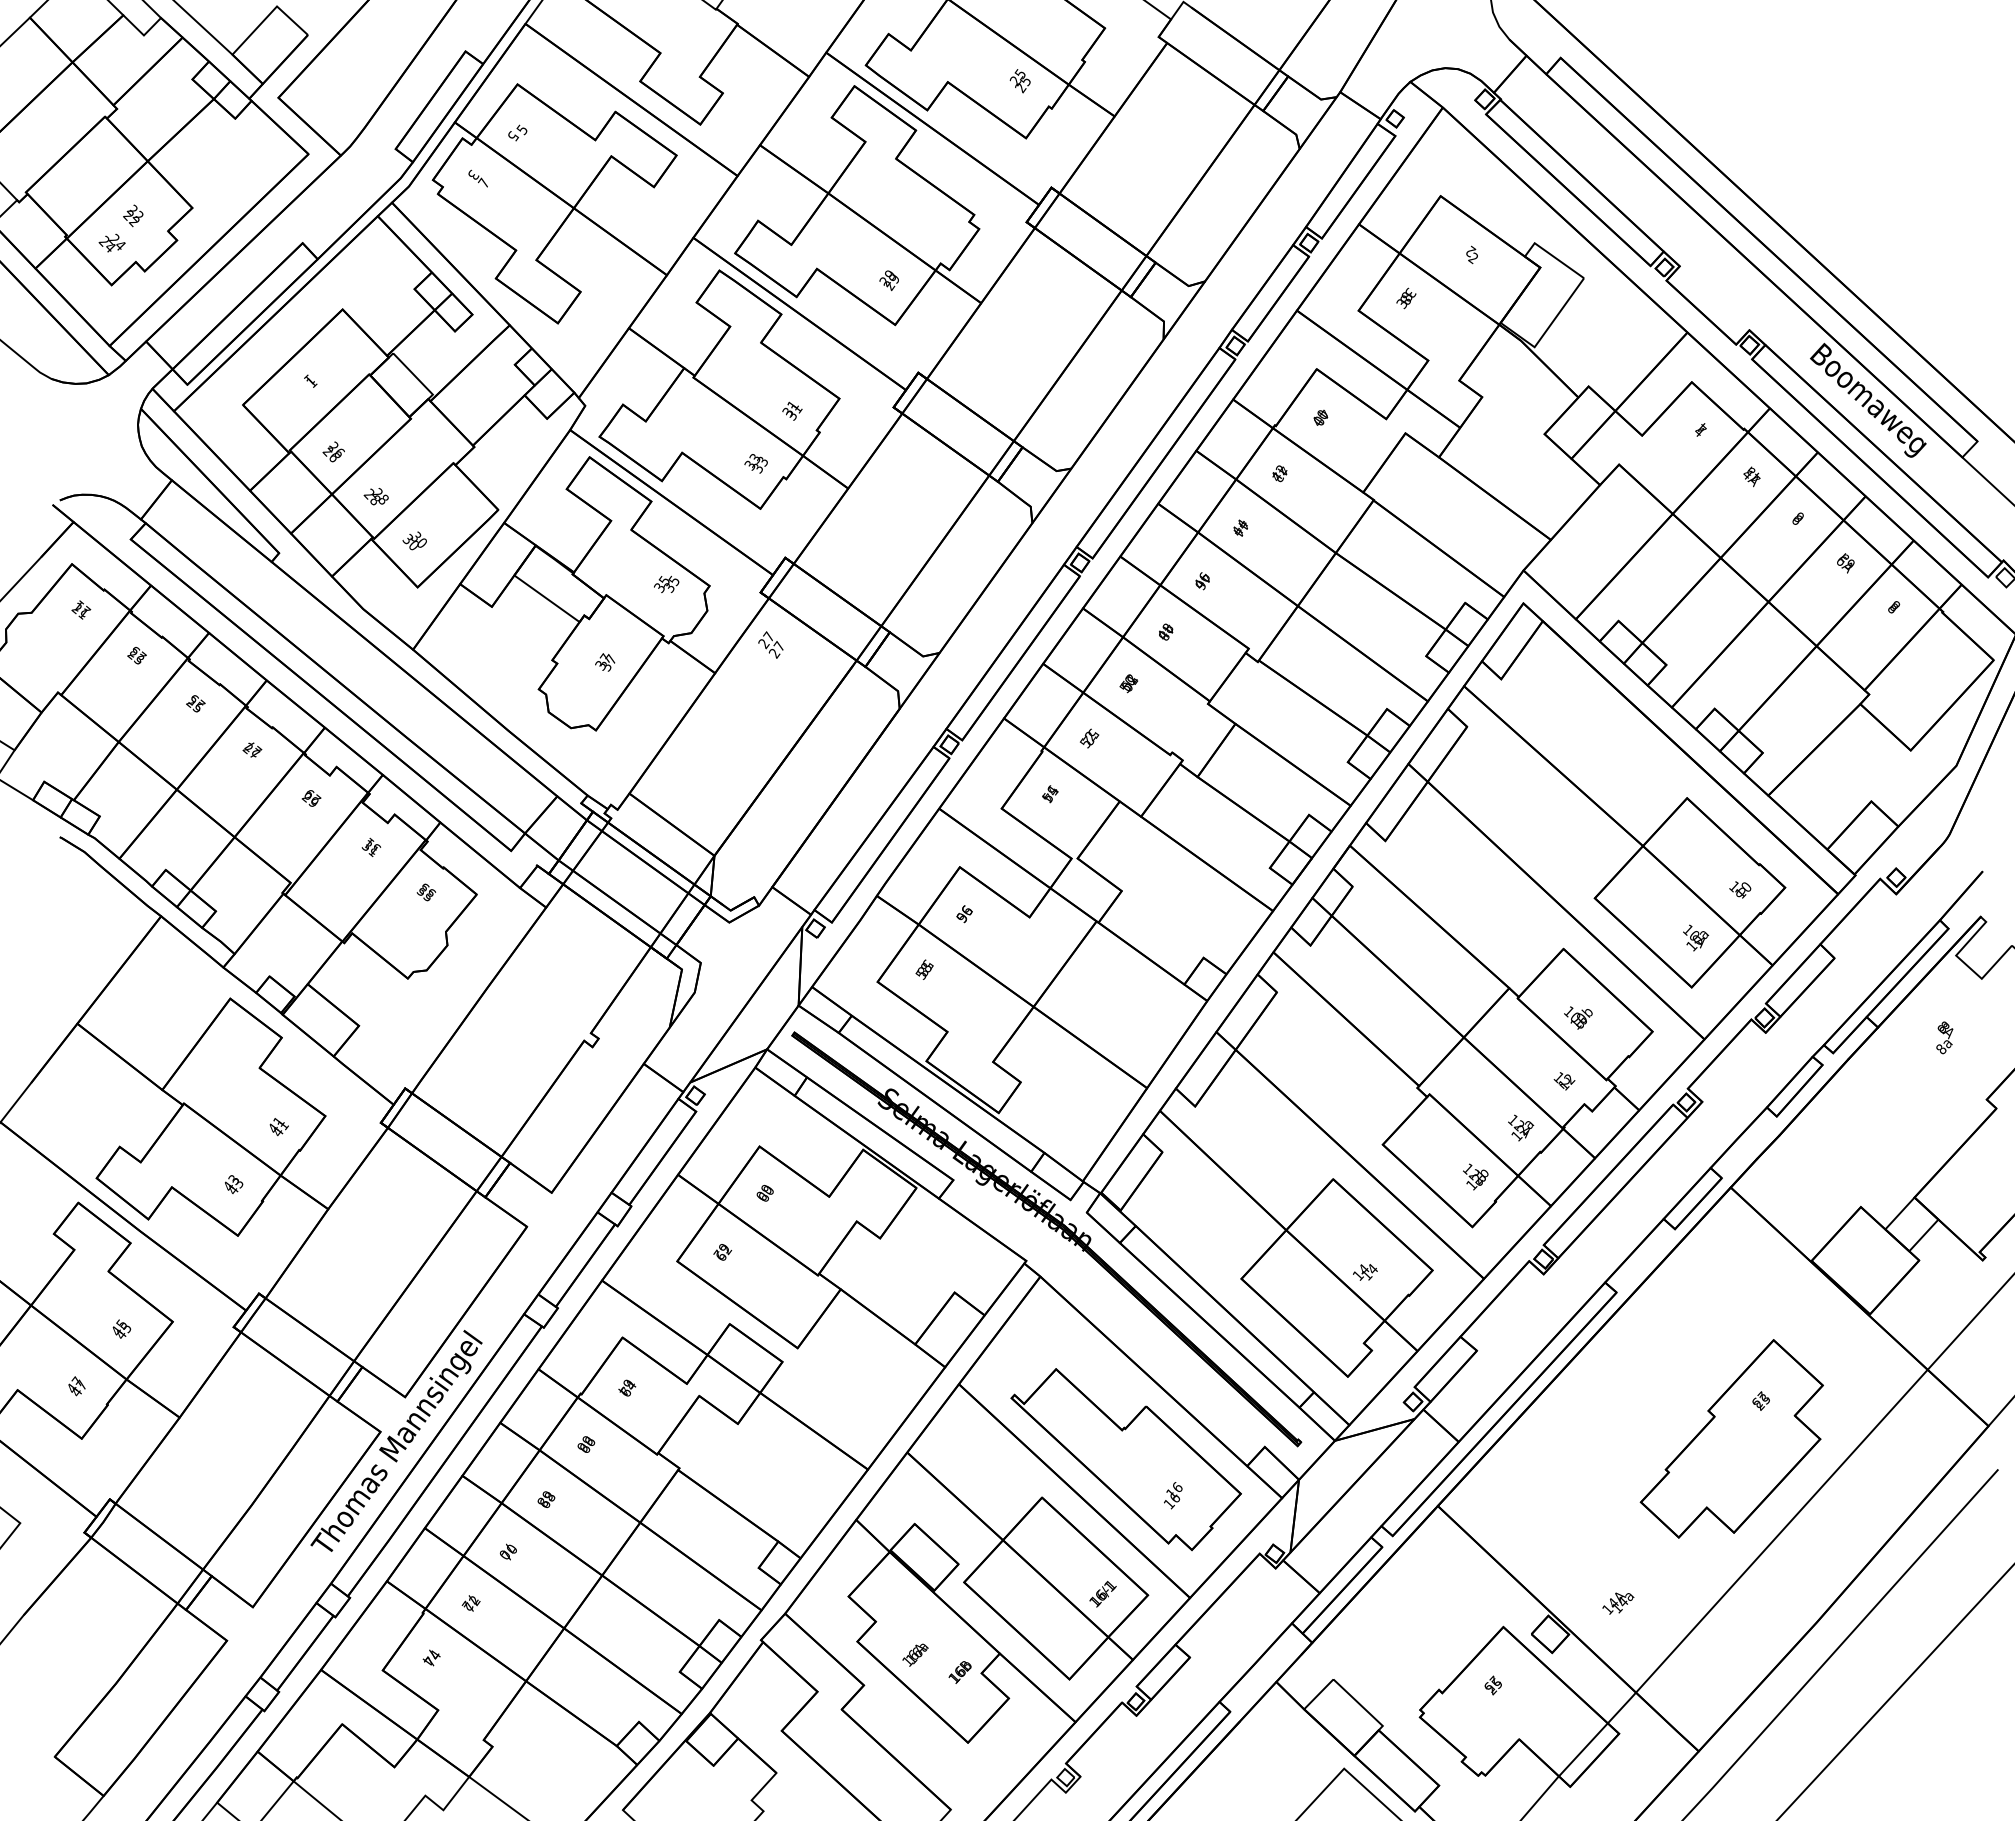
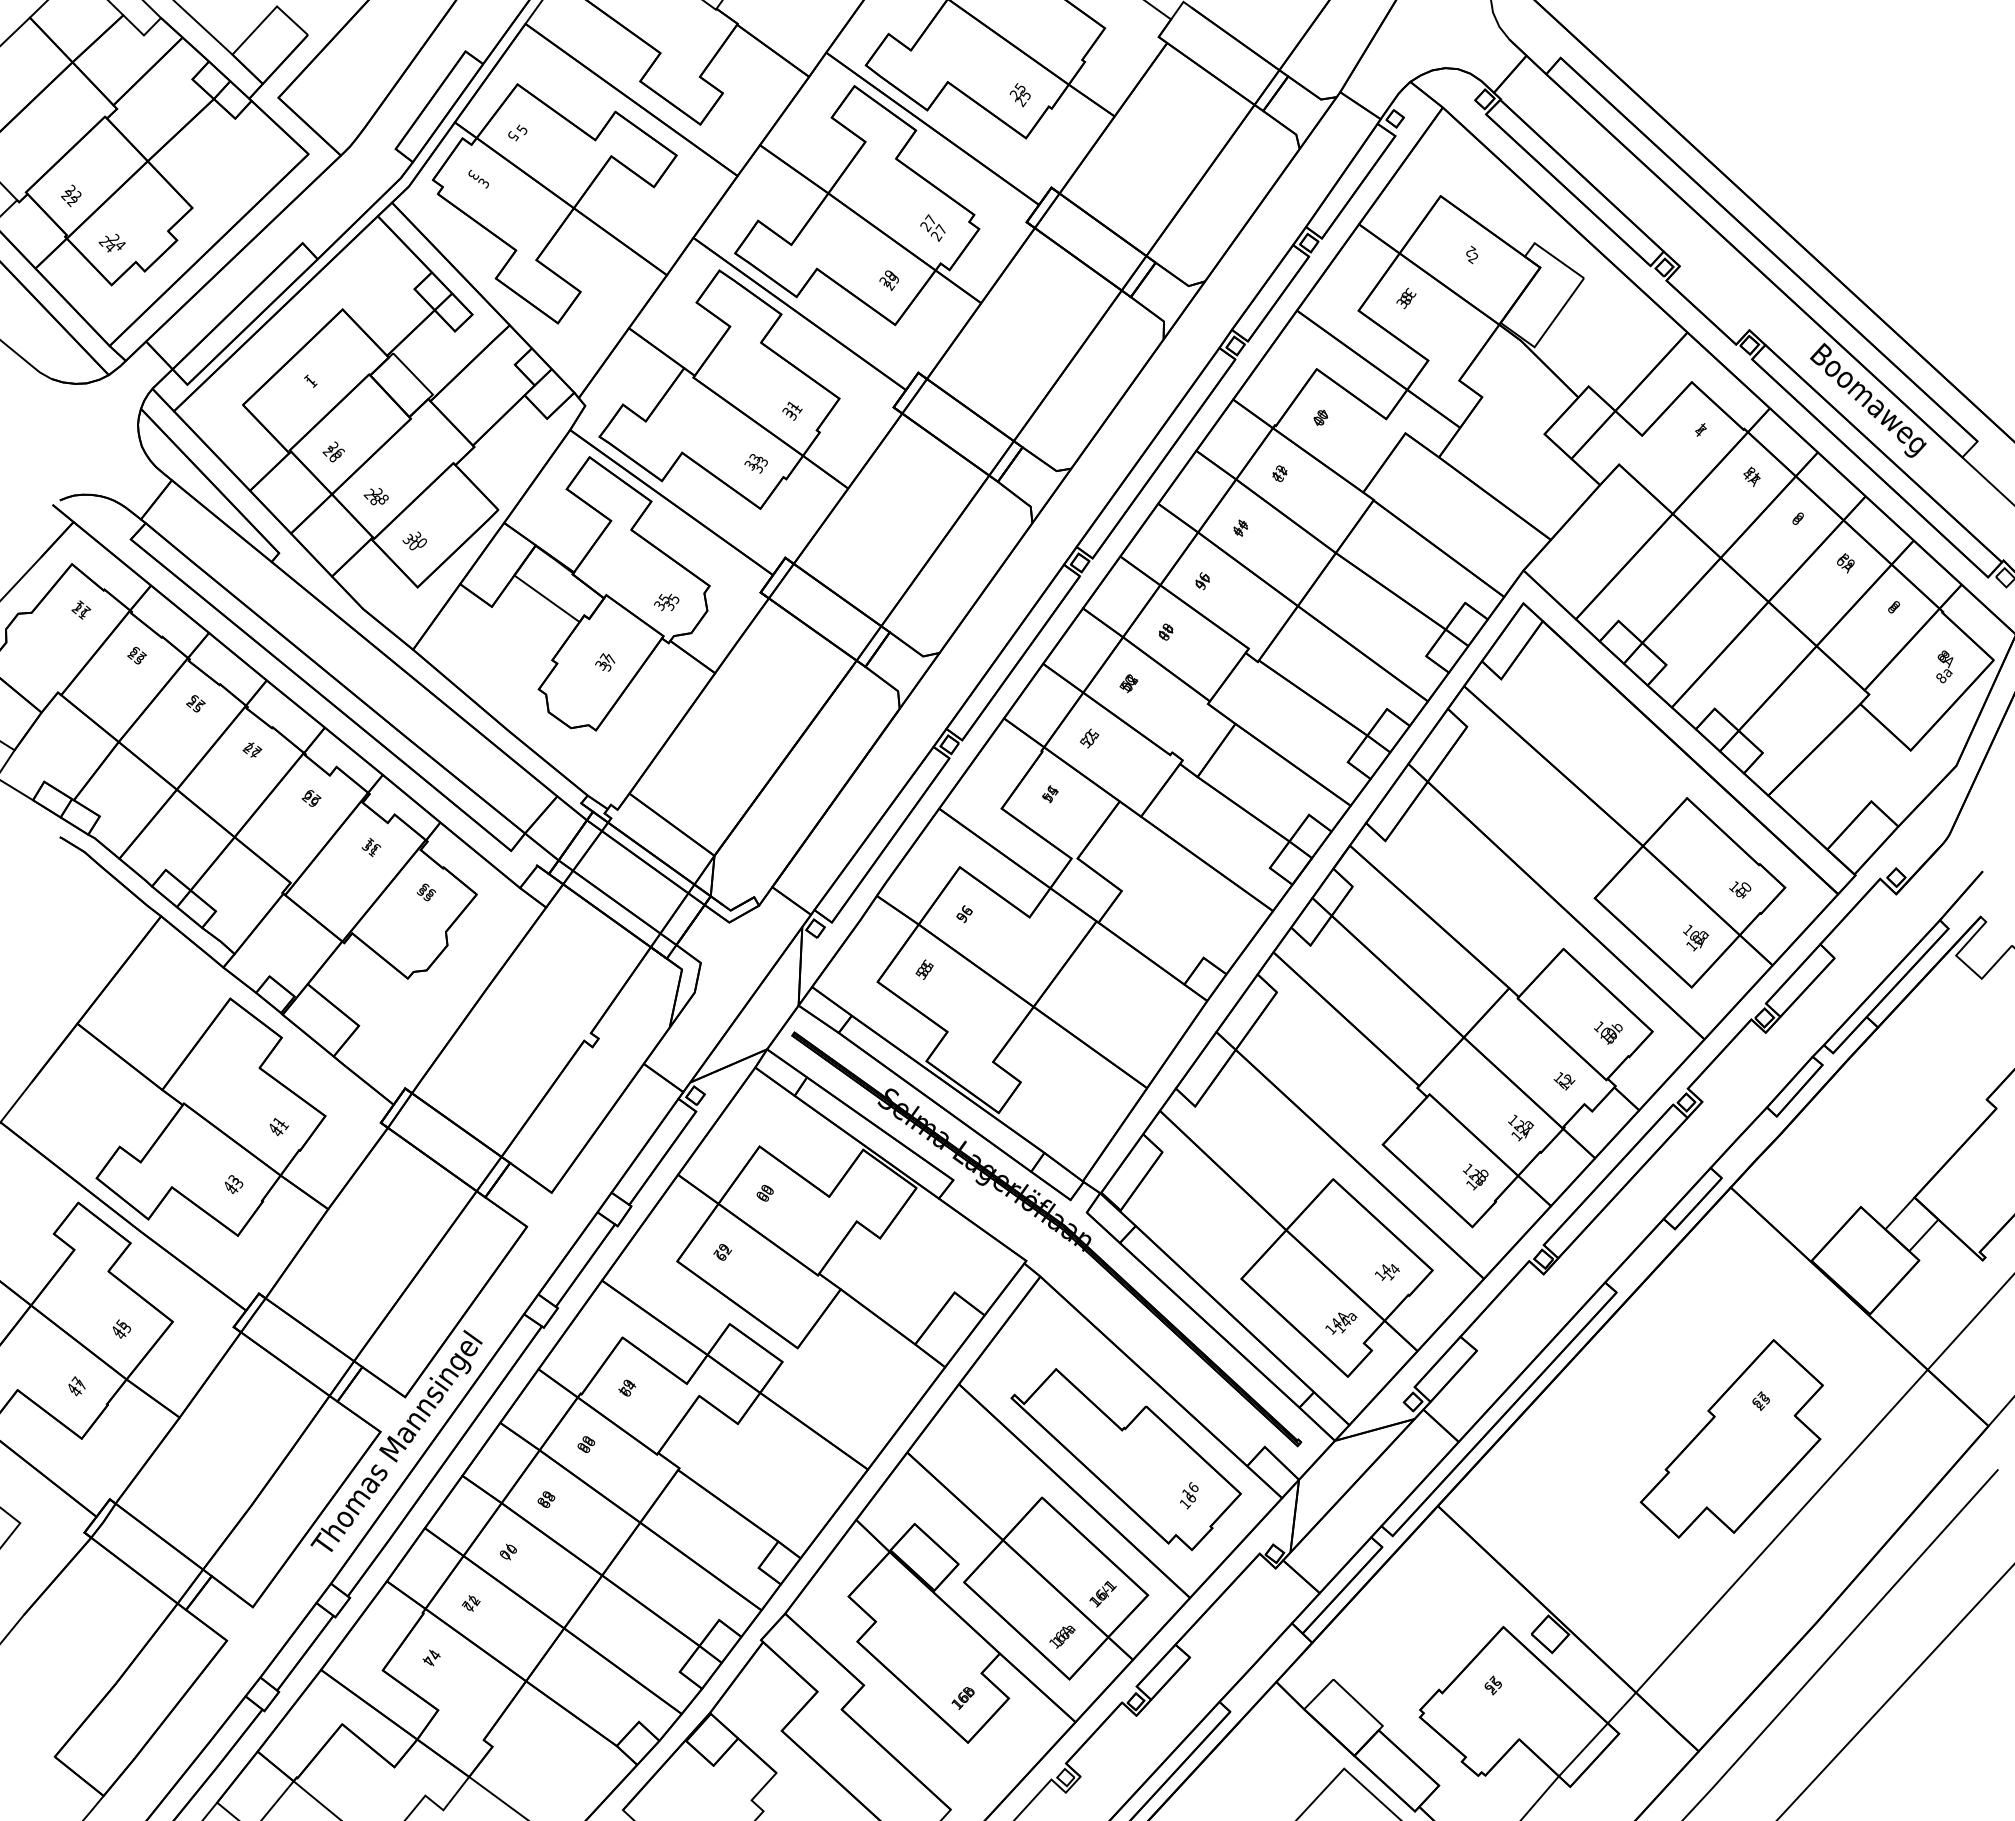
text at (1019, 81) position: (1019, 81) -> (1019, 95)
text at (482, 182): 7 -> 3
text at (133, 215) position: (133, 215) -> (71, 195)
text at (666, 584) position: (666, 584) -> (666, 602)
text at (770, 644) position: (770, 644) -> (932, 227)
text at (1578, 1017) position: (1578, 1017) -> (1608, 1032)
text at (1944, 1037) position: (1944, 1037) -> (1944, 666)
text at (1365, 1272) position: (1365, 1272) -> (1387, 1272)
text at (1173, 1495) position: (1173, 1495) -> (1189, 1495)
text at (1618, 1603) position: (1618, 1603) -> (1341, 1323)
text at (915, 1654) position: (915, 1654) -> (1062, 1636)
text at (959, 1672) position: (959, 1672) -> (962, 1698)
